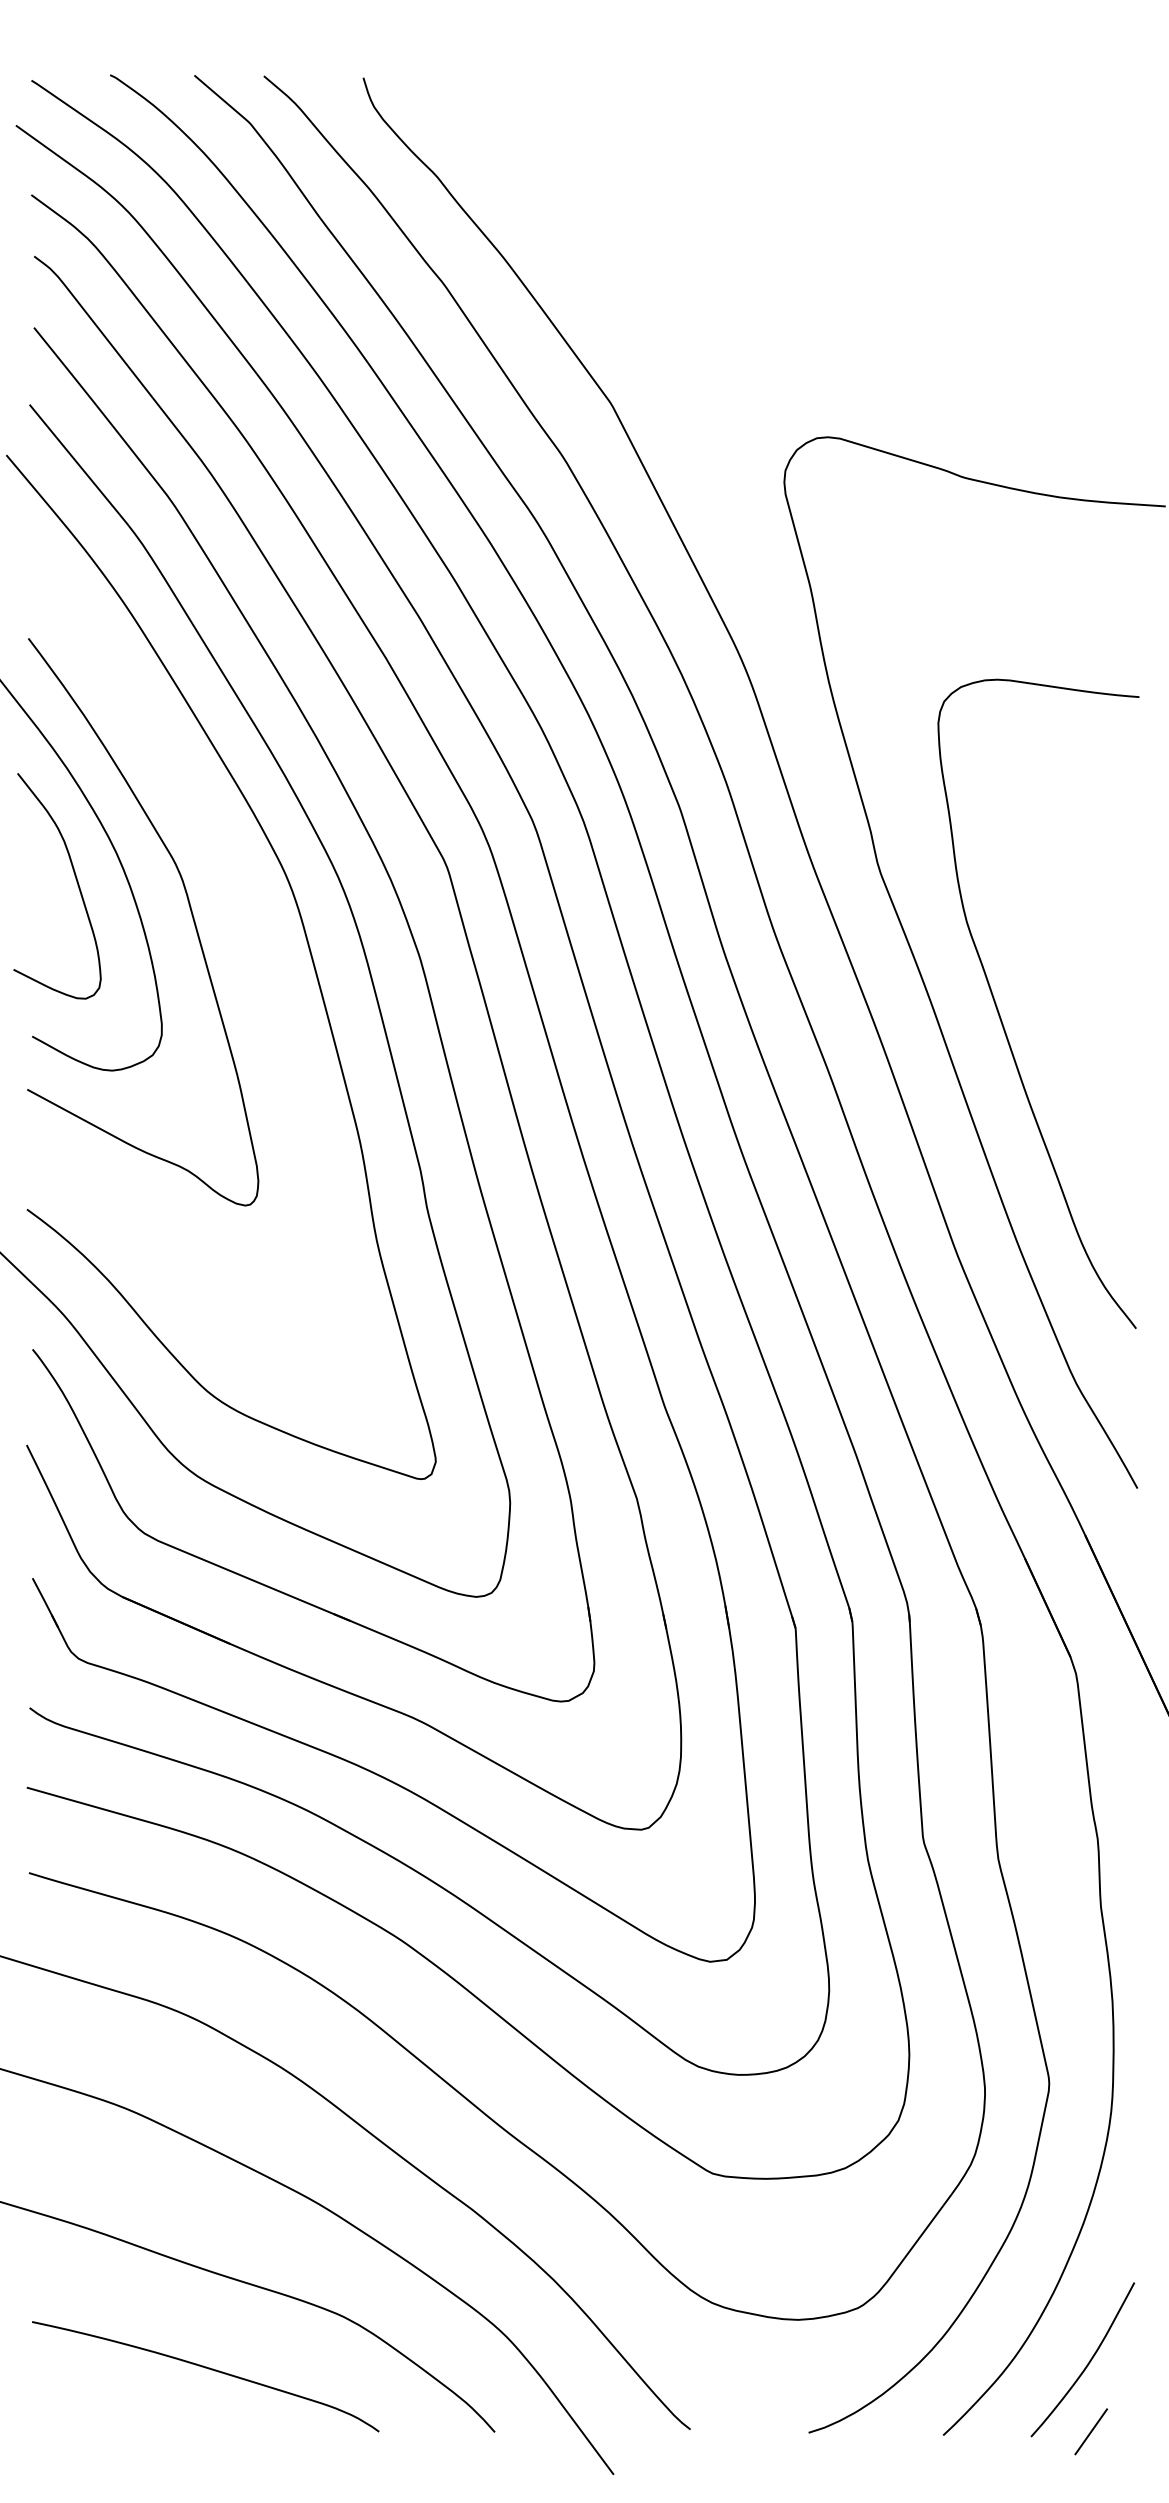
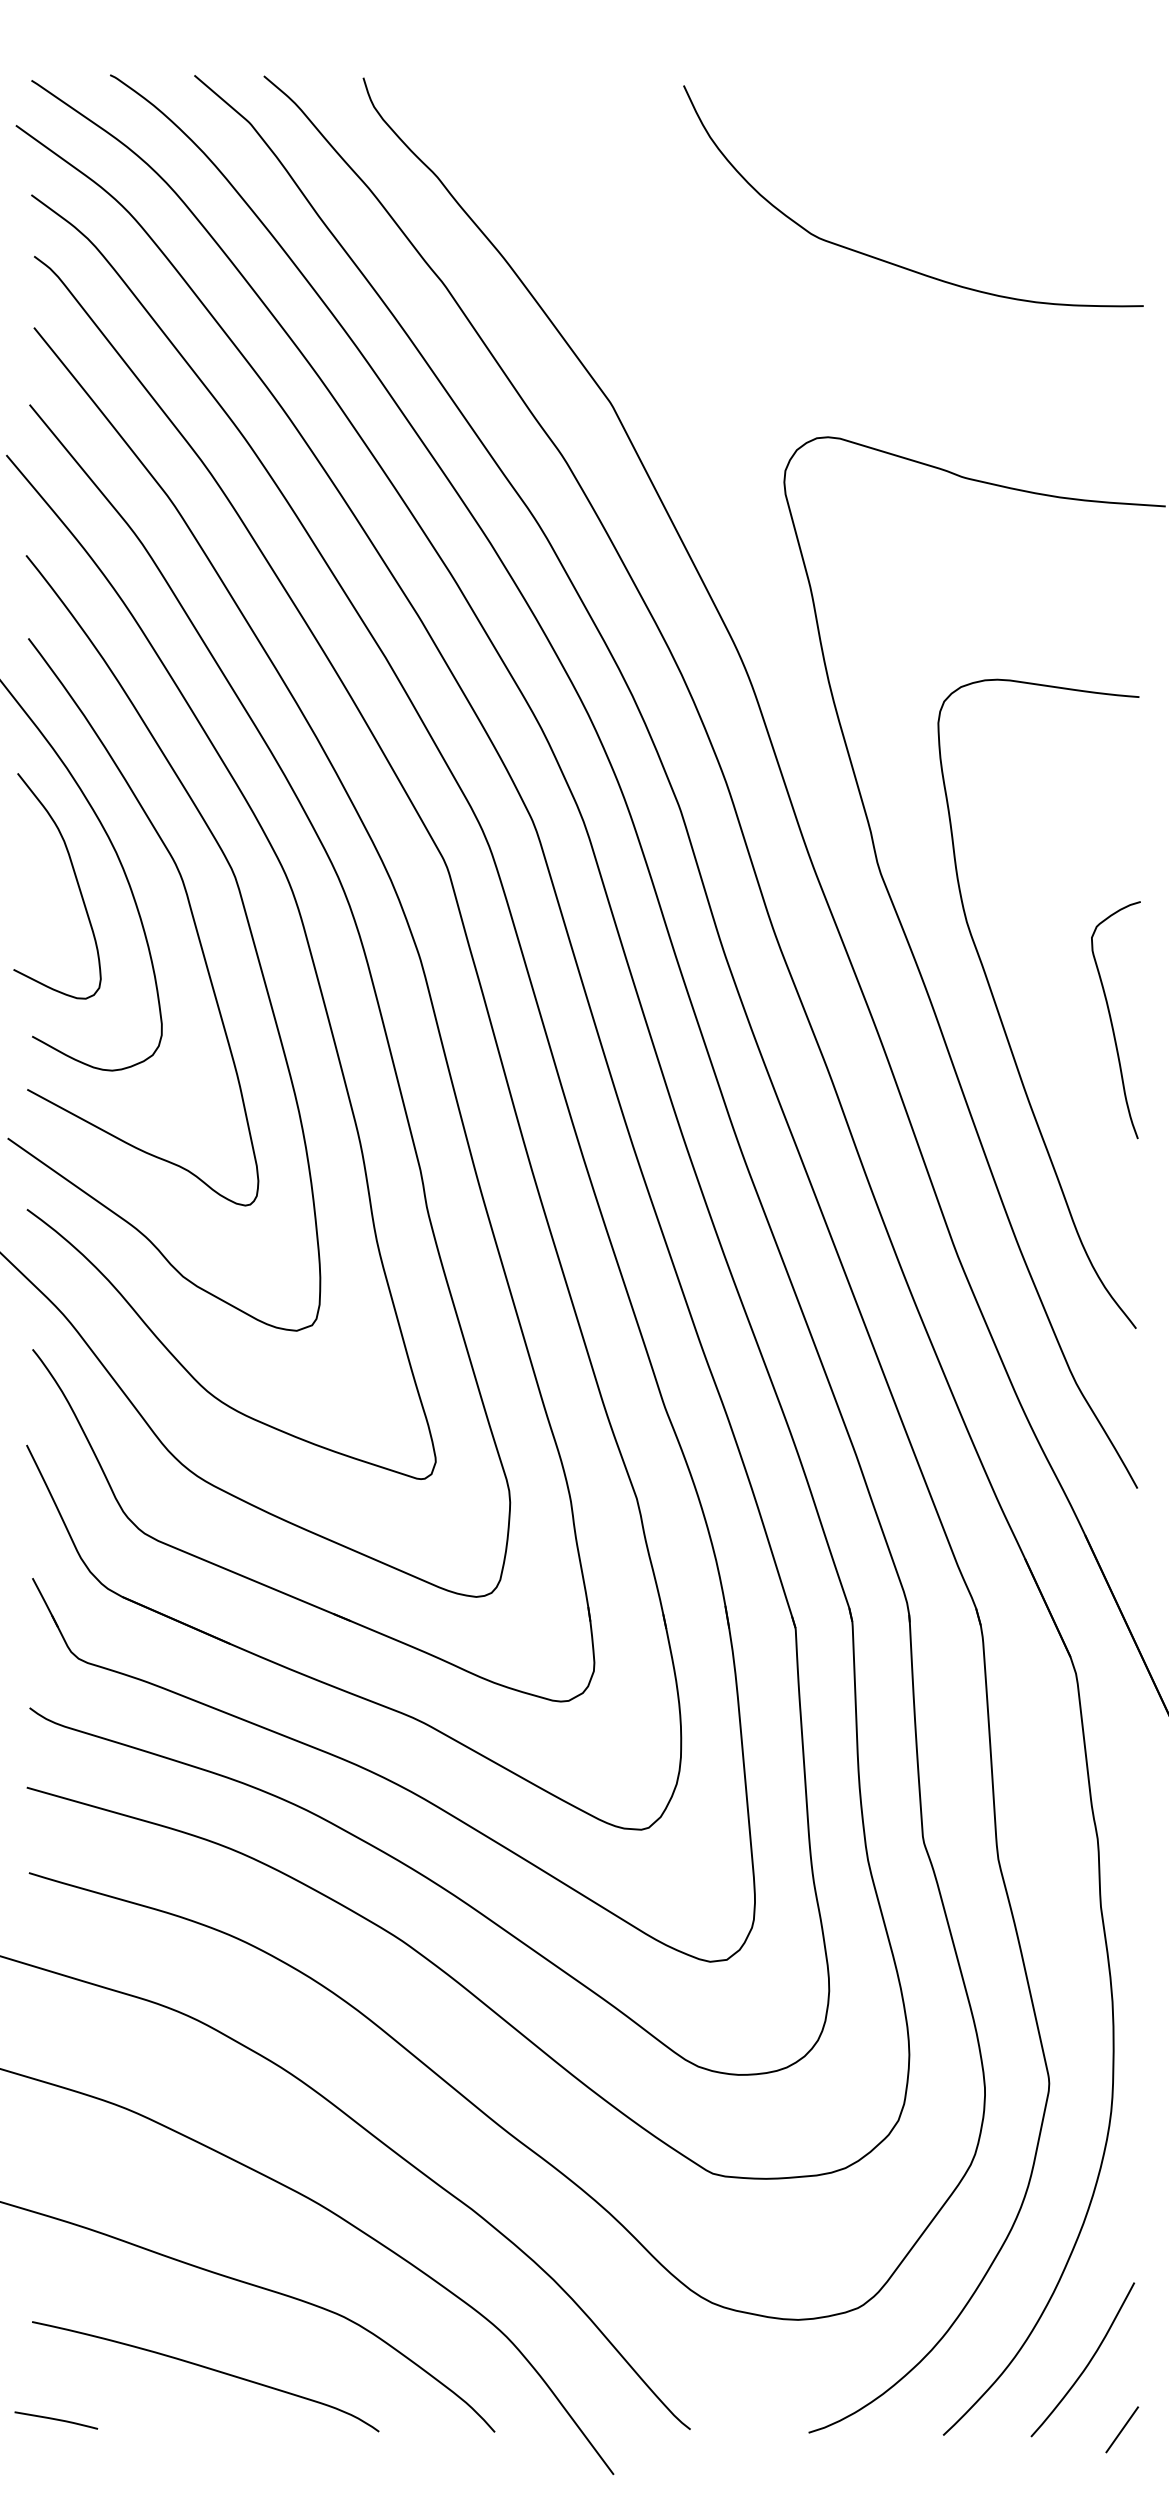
curve at (886, 260): none -> present
curve at (246, 920): none -> present
curve at (1112, 1021): none -> present
curve at (56, 2420): none -> present
line at (1091, 2431) position: (1091, 2431) -> (1122, 2429)
